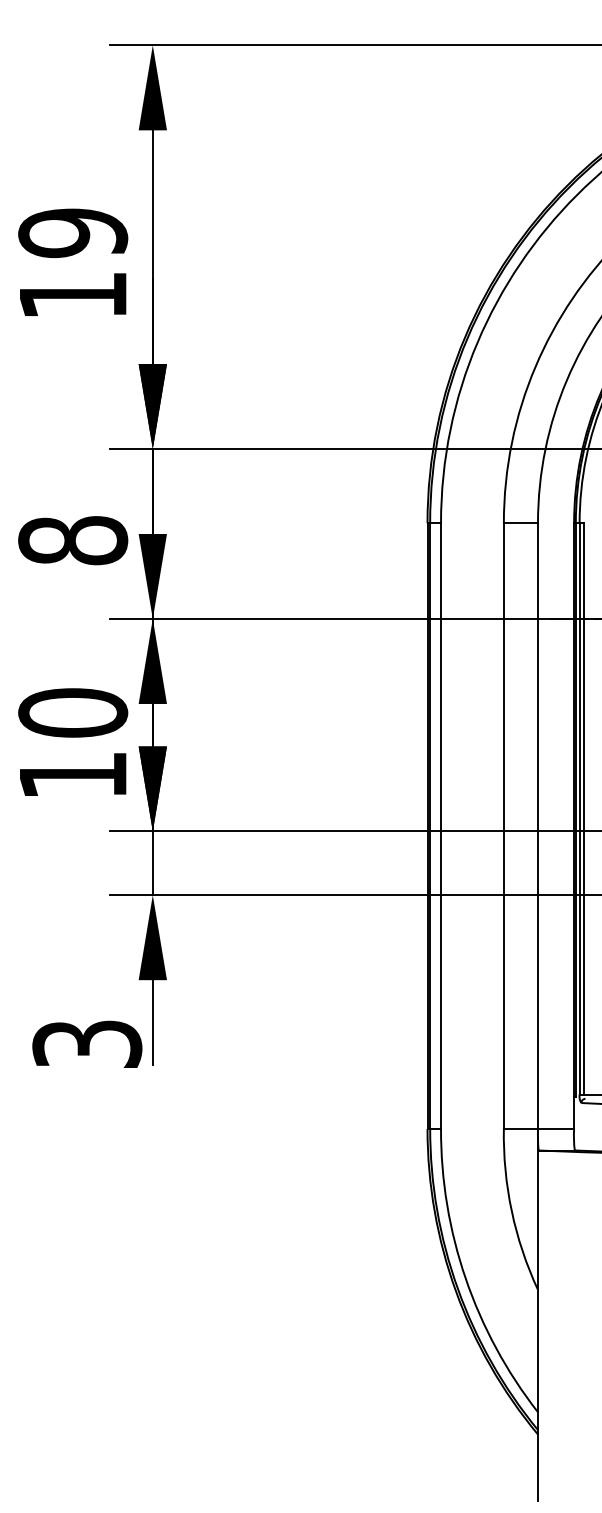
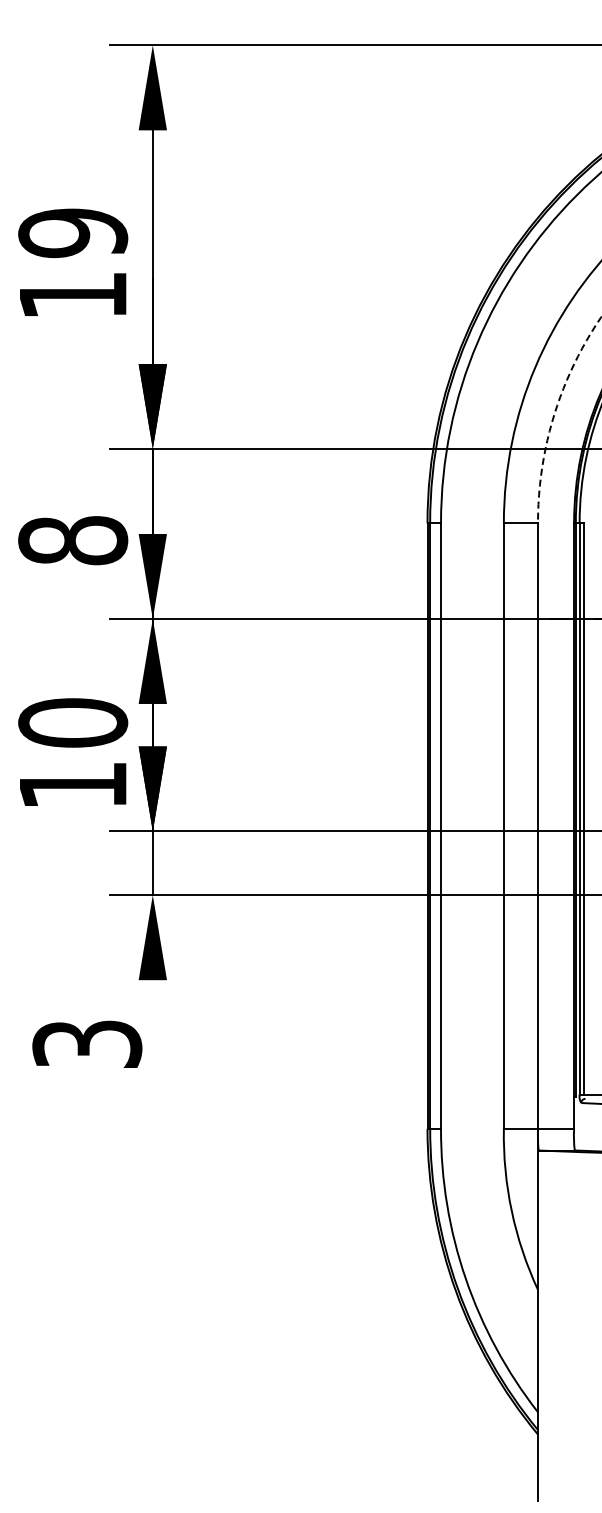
arc at (554, 415): solid -> dashed
text at (73, 741) position: (73, 741) -> (73, 751)
line at (152, 1022): present -> none
